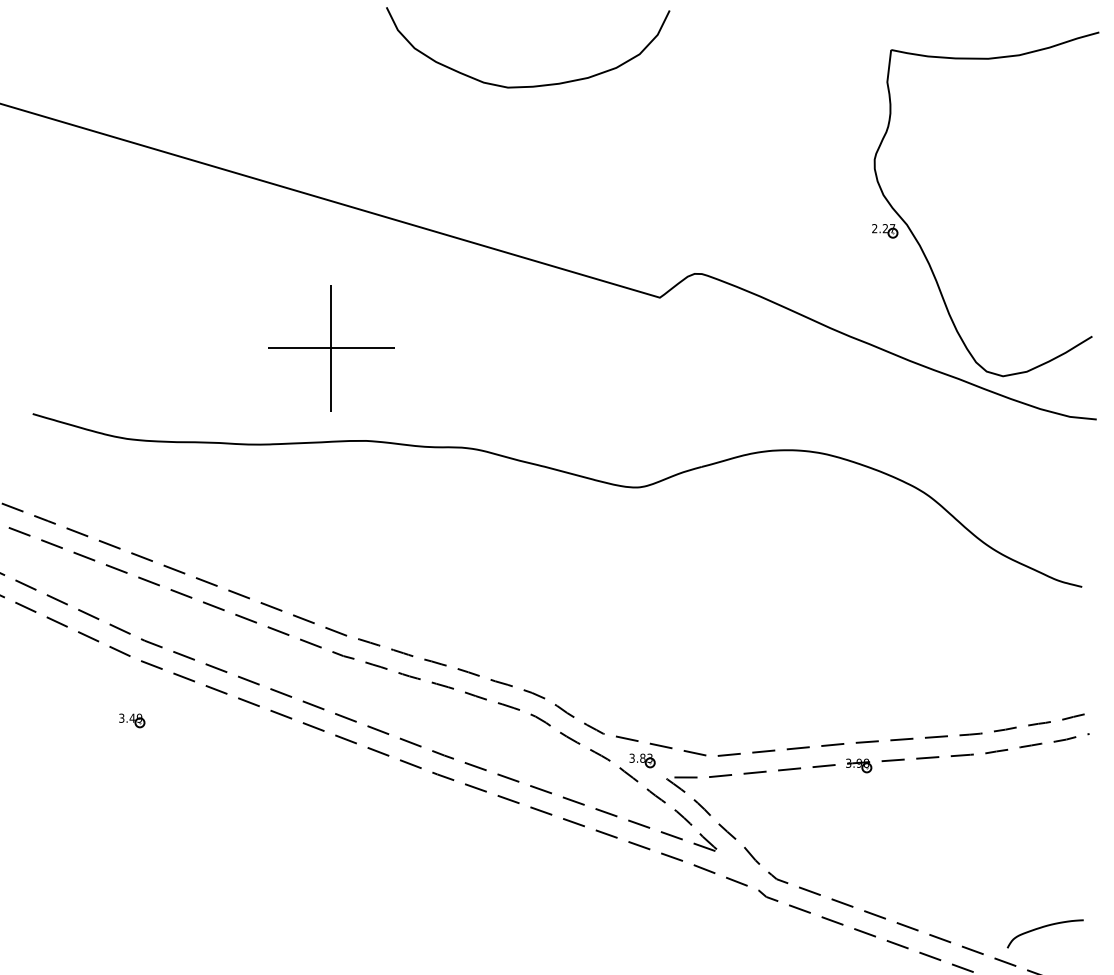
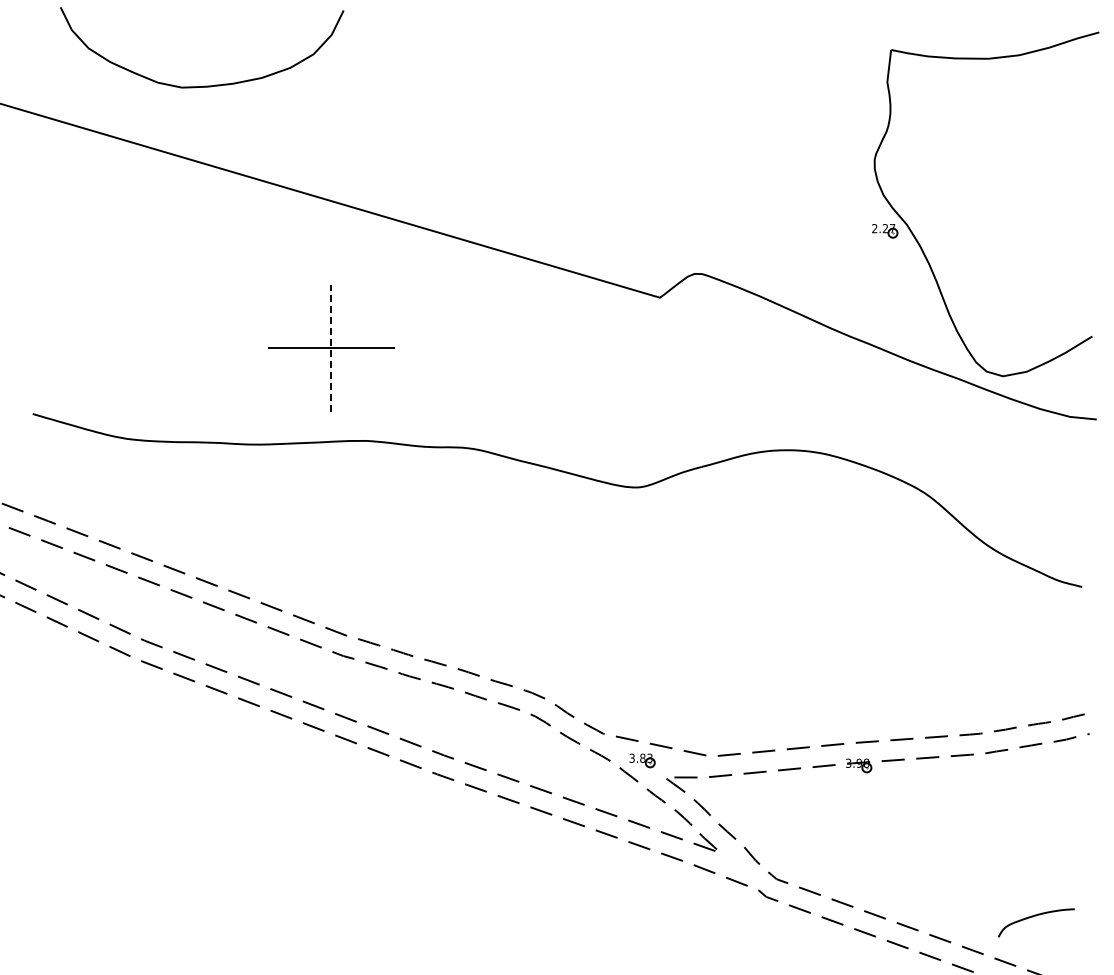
curve at (530, 85) position: (530, 85) -> (204, 85)
line at (331, 348): solid -> dashed
part at (132, 720): present -> none
curve at (1042, 928) position: (1042, 928) -> (1033, 917)
